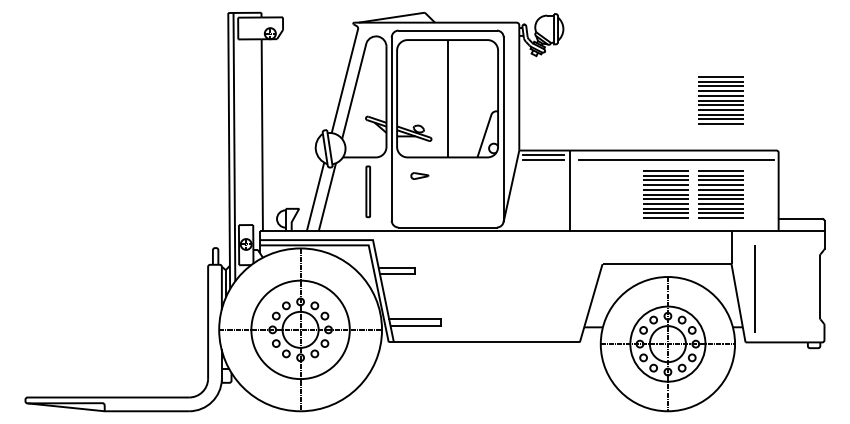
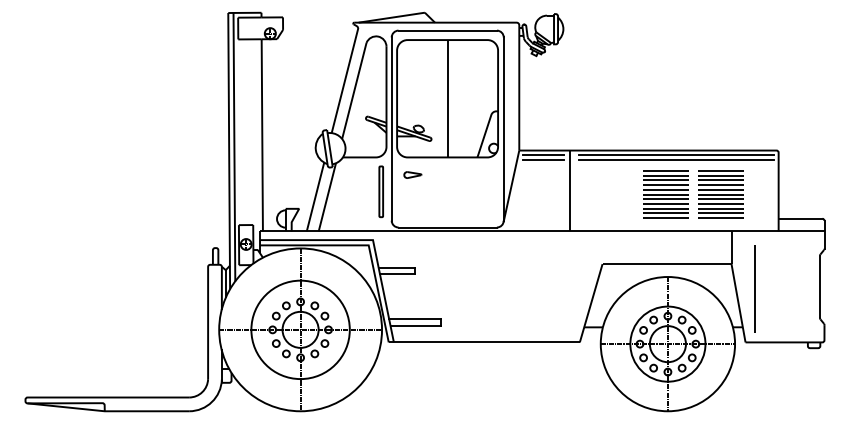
part at (720, 100): present -> none
line at (676, 155): none -> present
part at (419, 175) position: (419, 175) -> (412, 174)
part at (367, 191) position: (367, 191) -> (380, 191)
